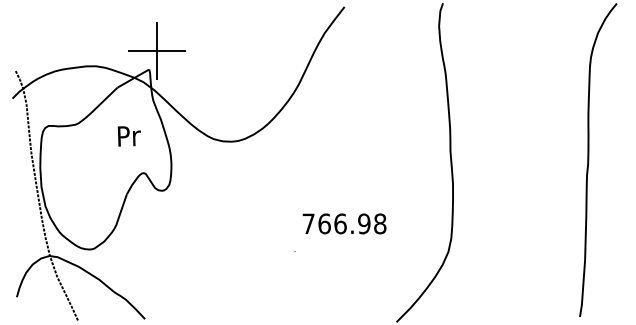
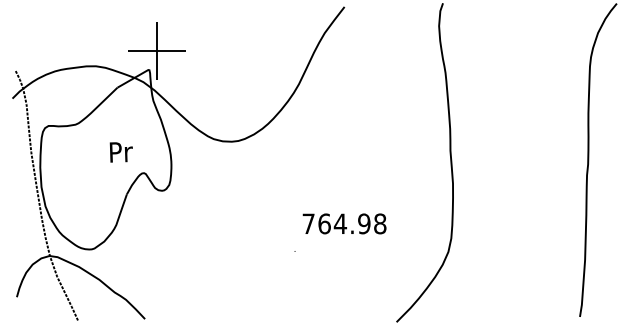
text at (128, 136) position: (128, 136) -> (120, 152)
text at (340, 223): 766.98 -> 764.98
